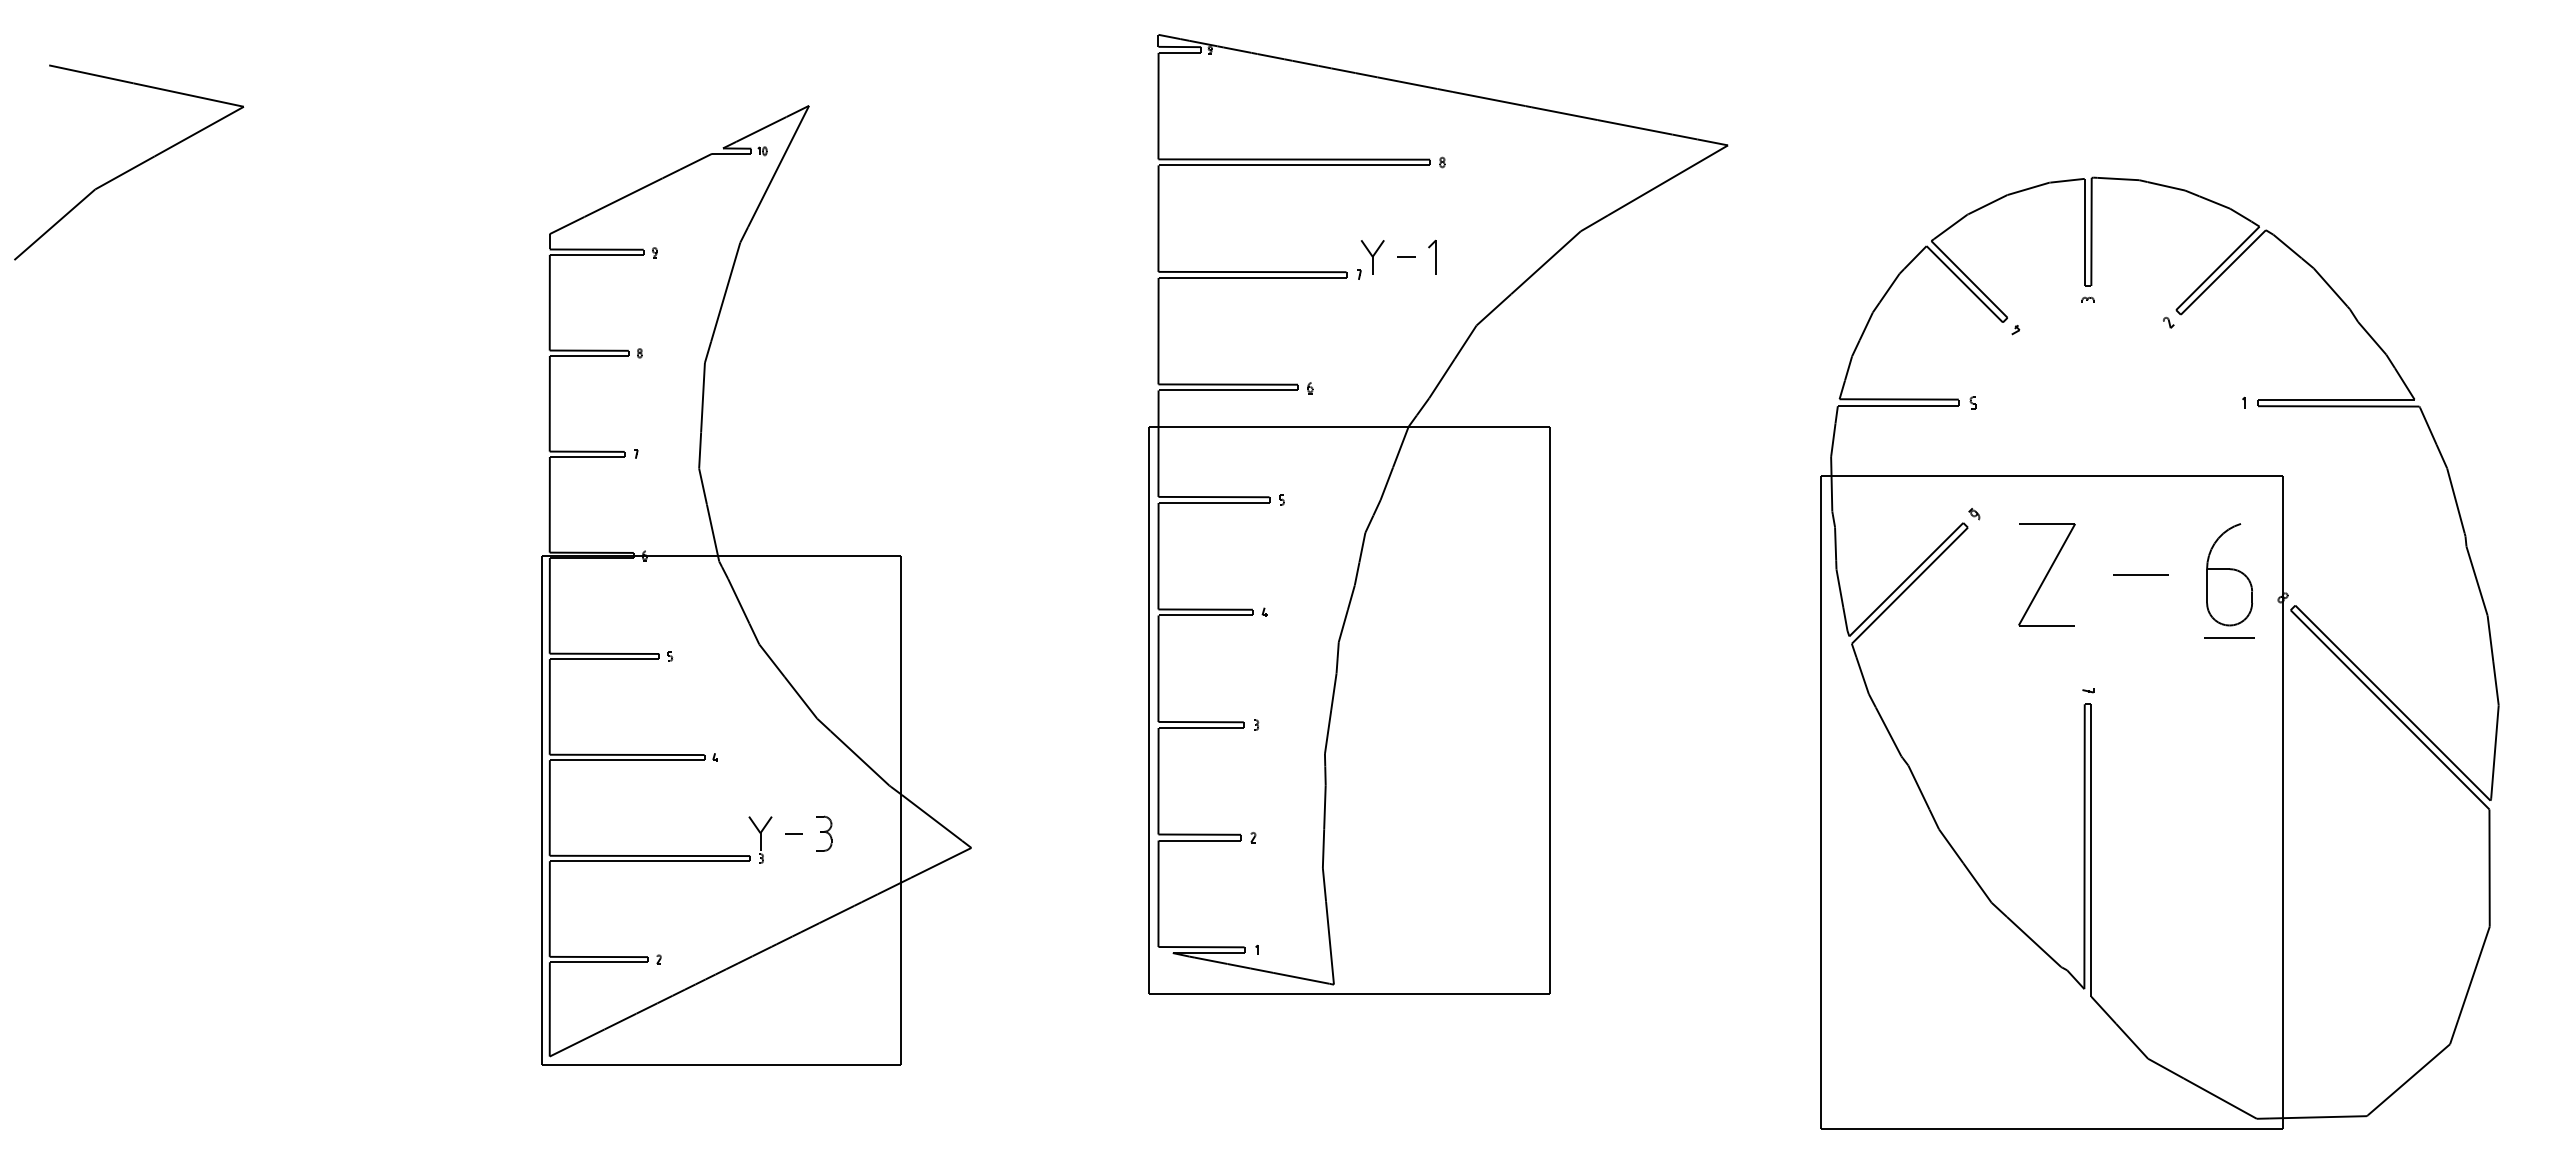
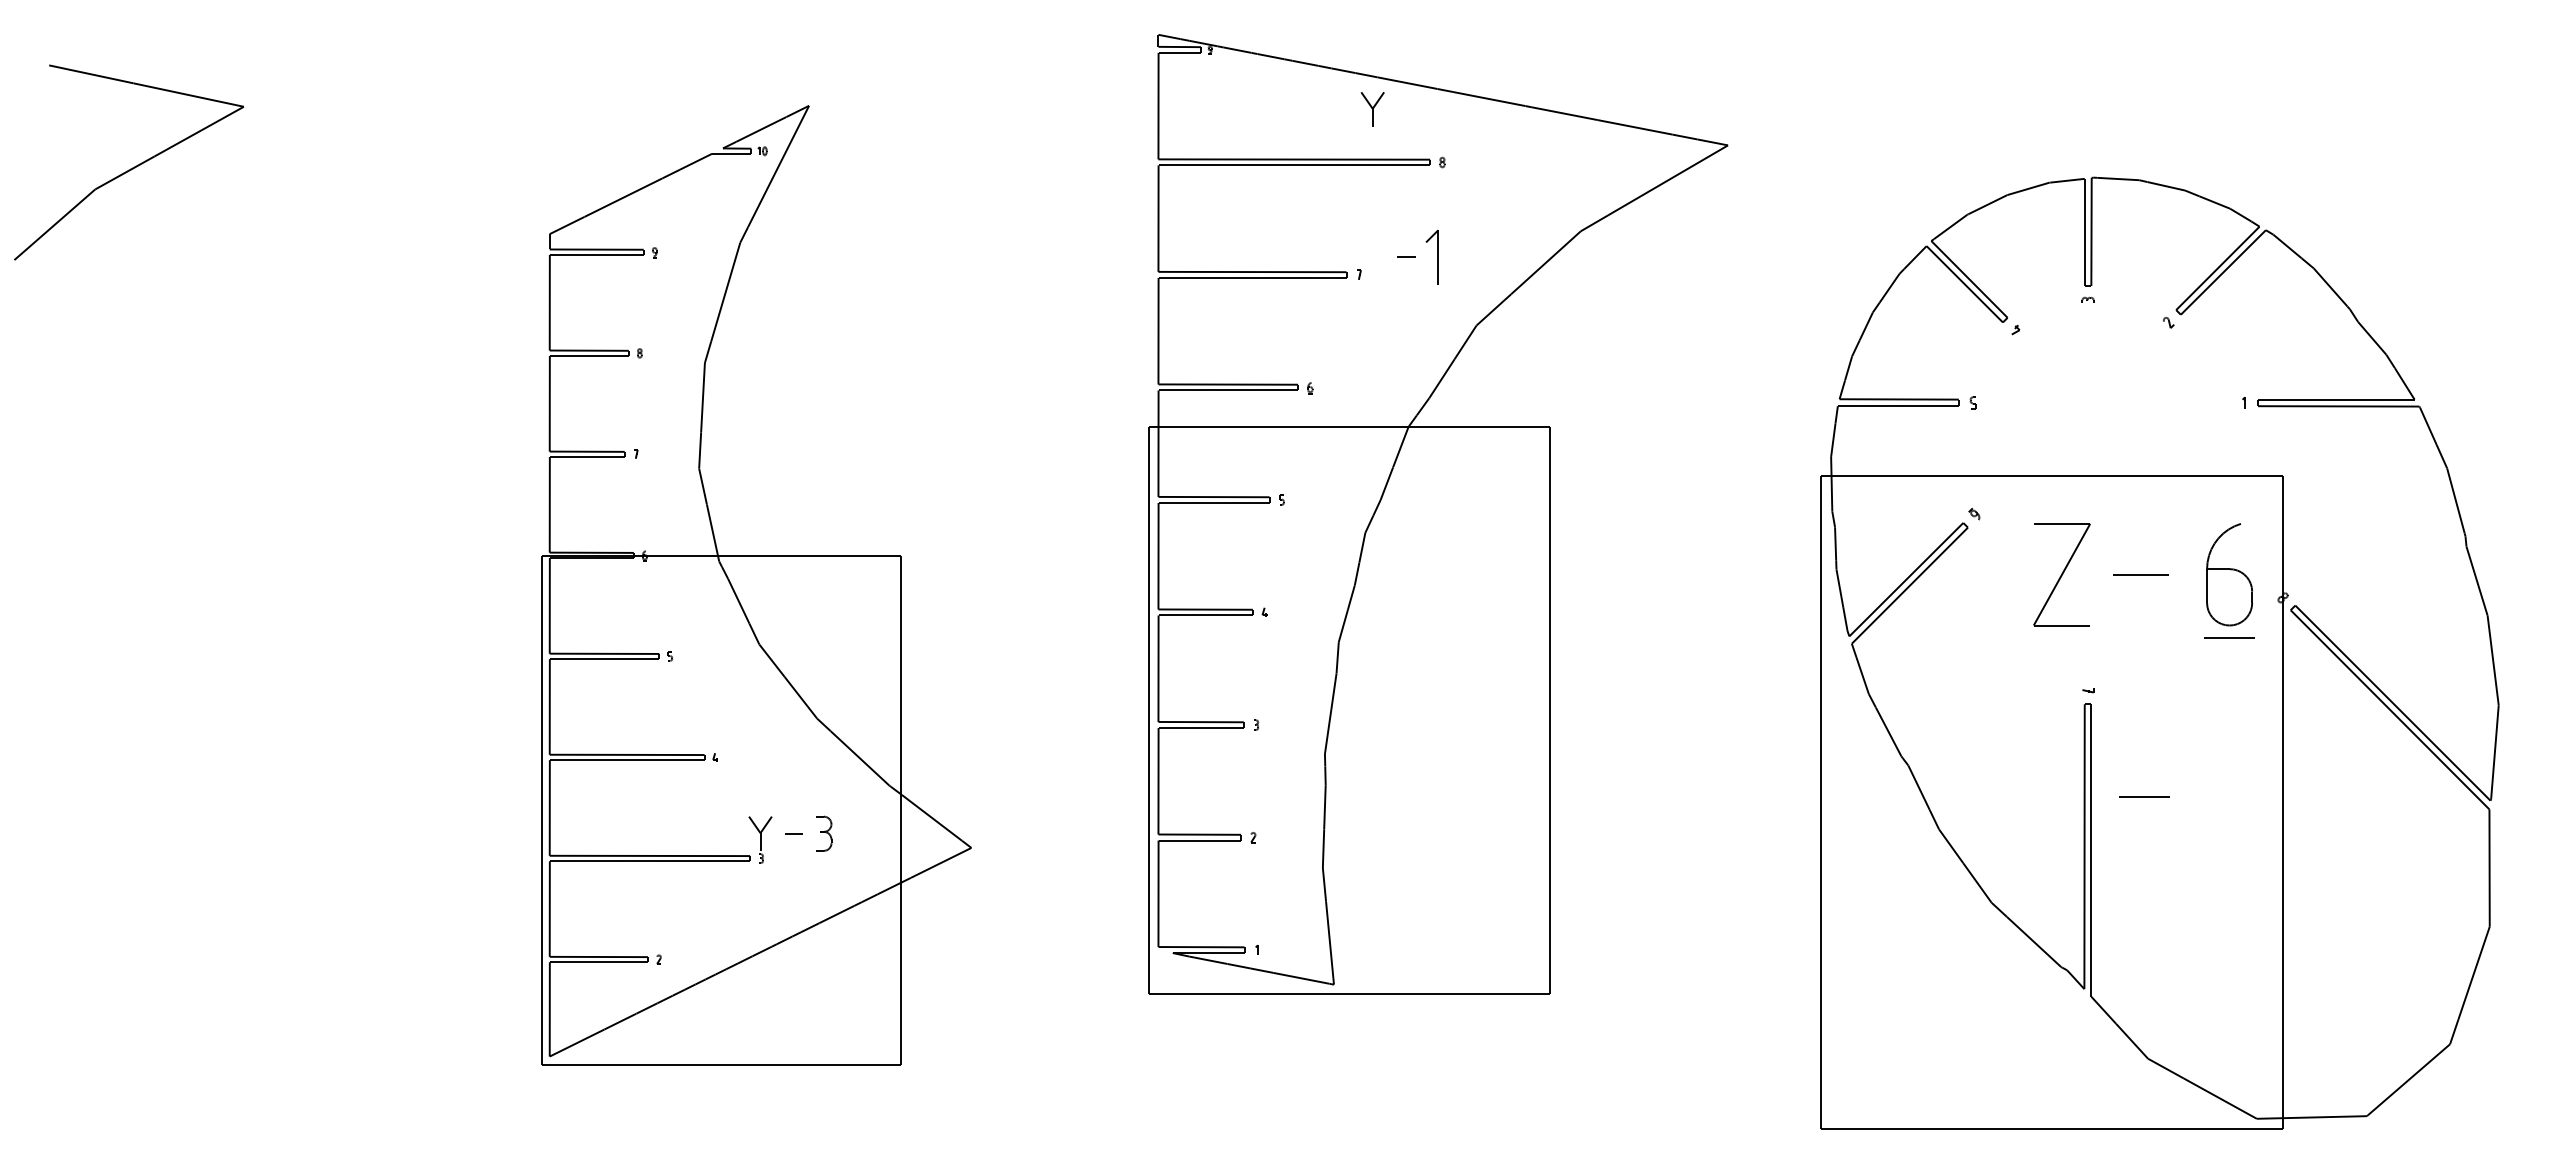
part at (1432, 256) size: 9x36 px -> 14x56 px
part at (1372, 257) position: (1372, 257) -> (1372, 109)
part at (2046, 574) position: (2046, 574) -> (2061, 574)
line at (2144, 796): none -> present
